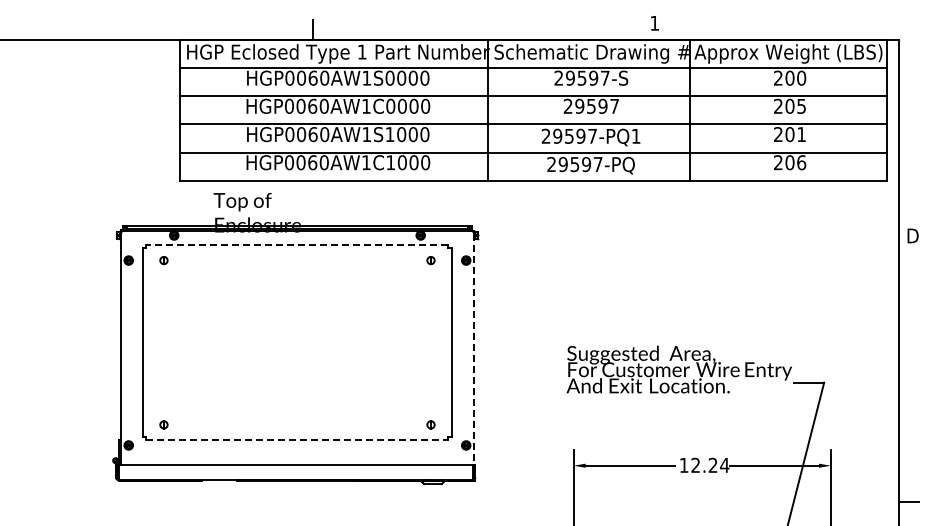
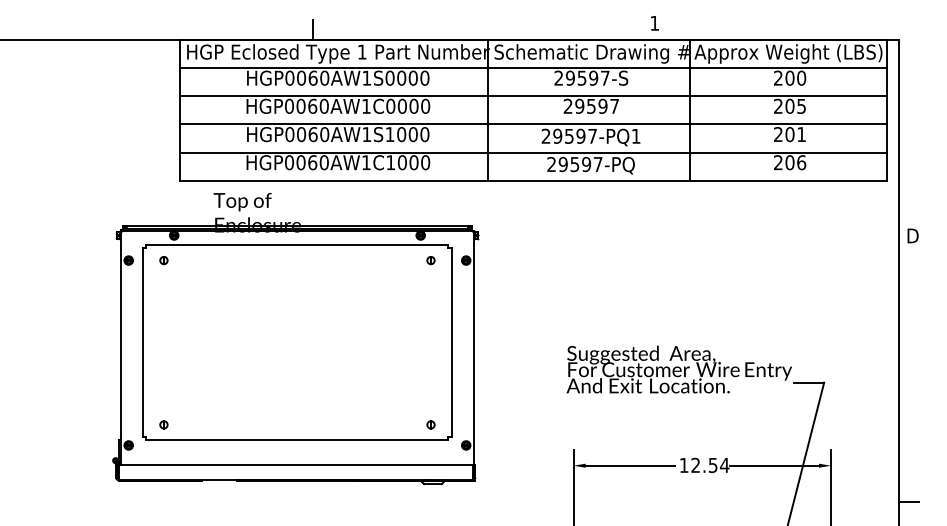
line at (297, 245): dashed -> solid
line at (473, 355): dashed -> solid
line at (297, 440): dashed -> solid
text at (712, 464): 12.24 -> 12.54
